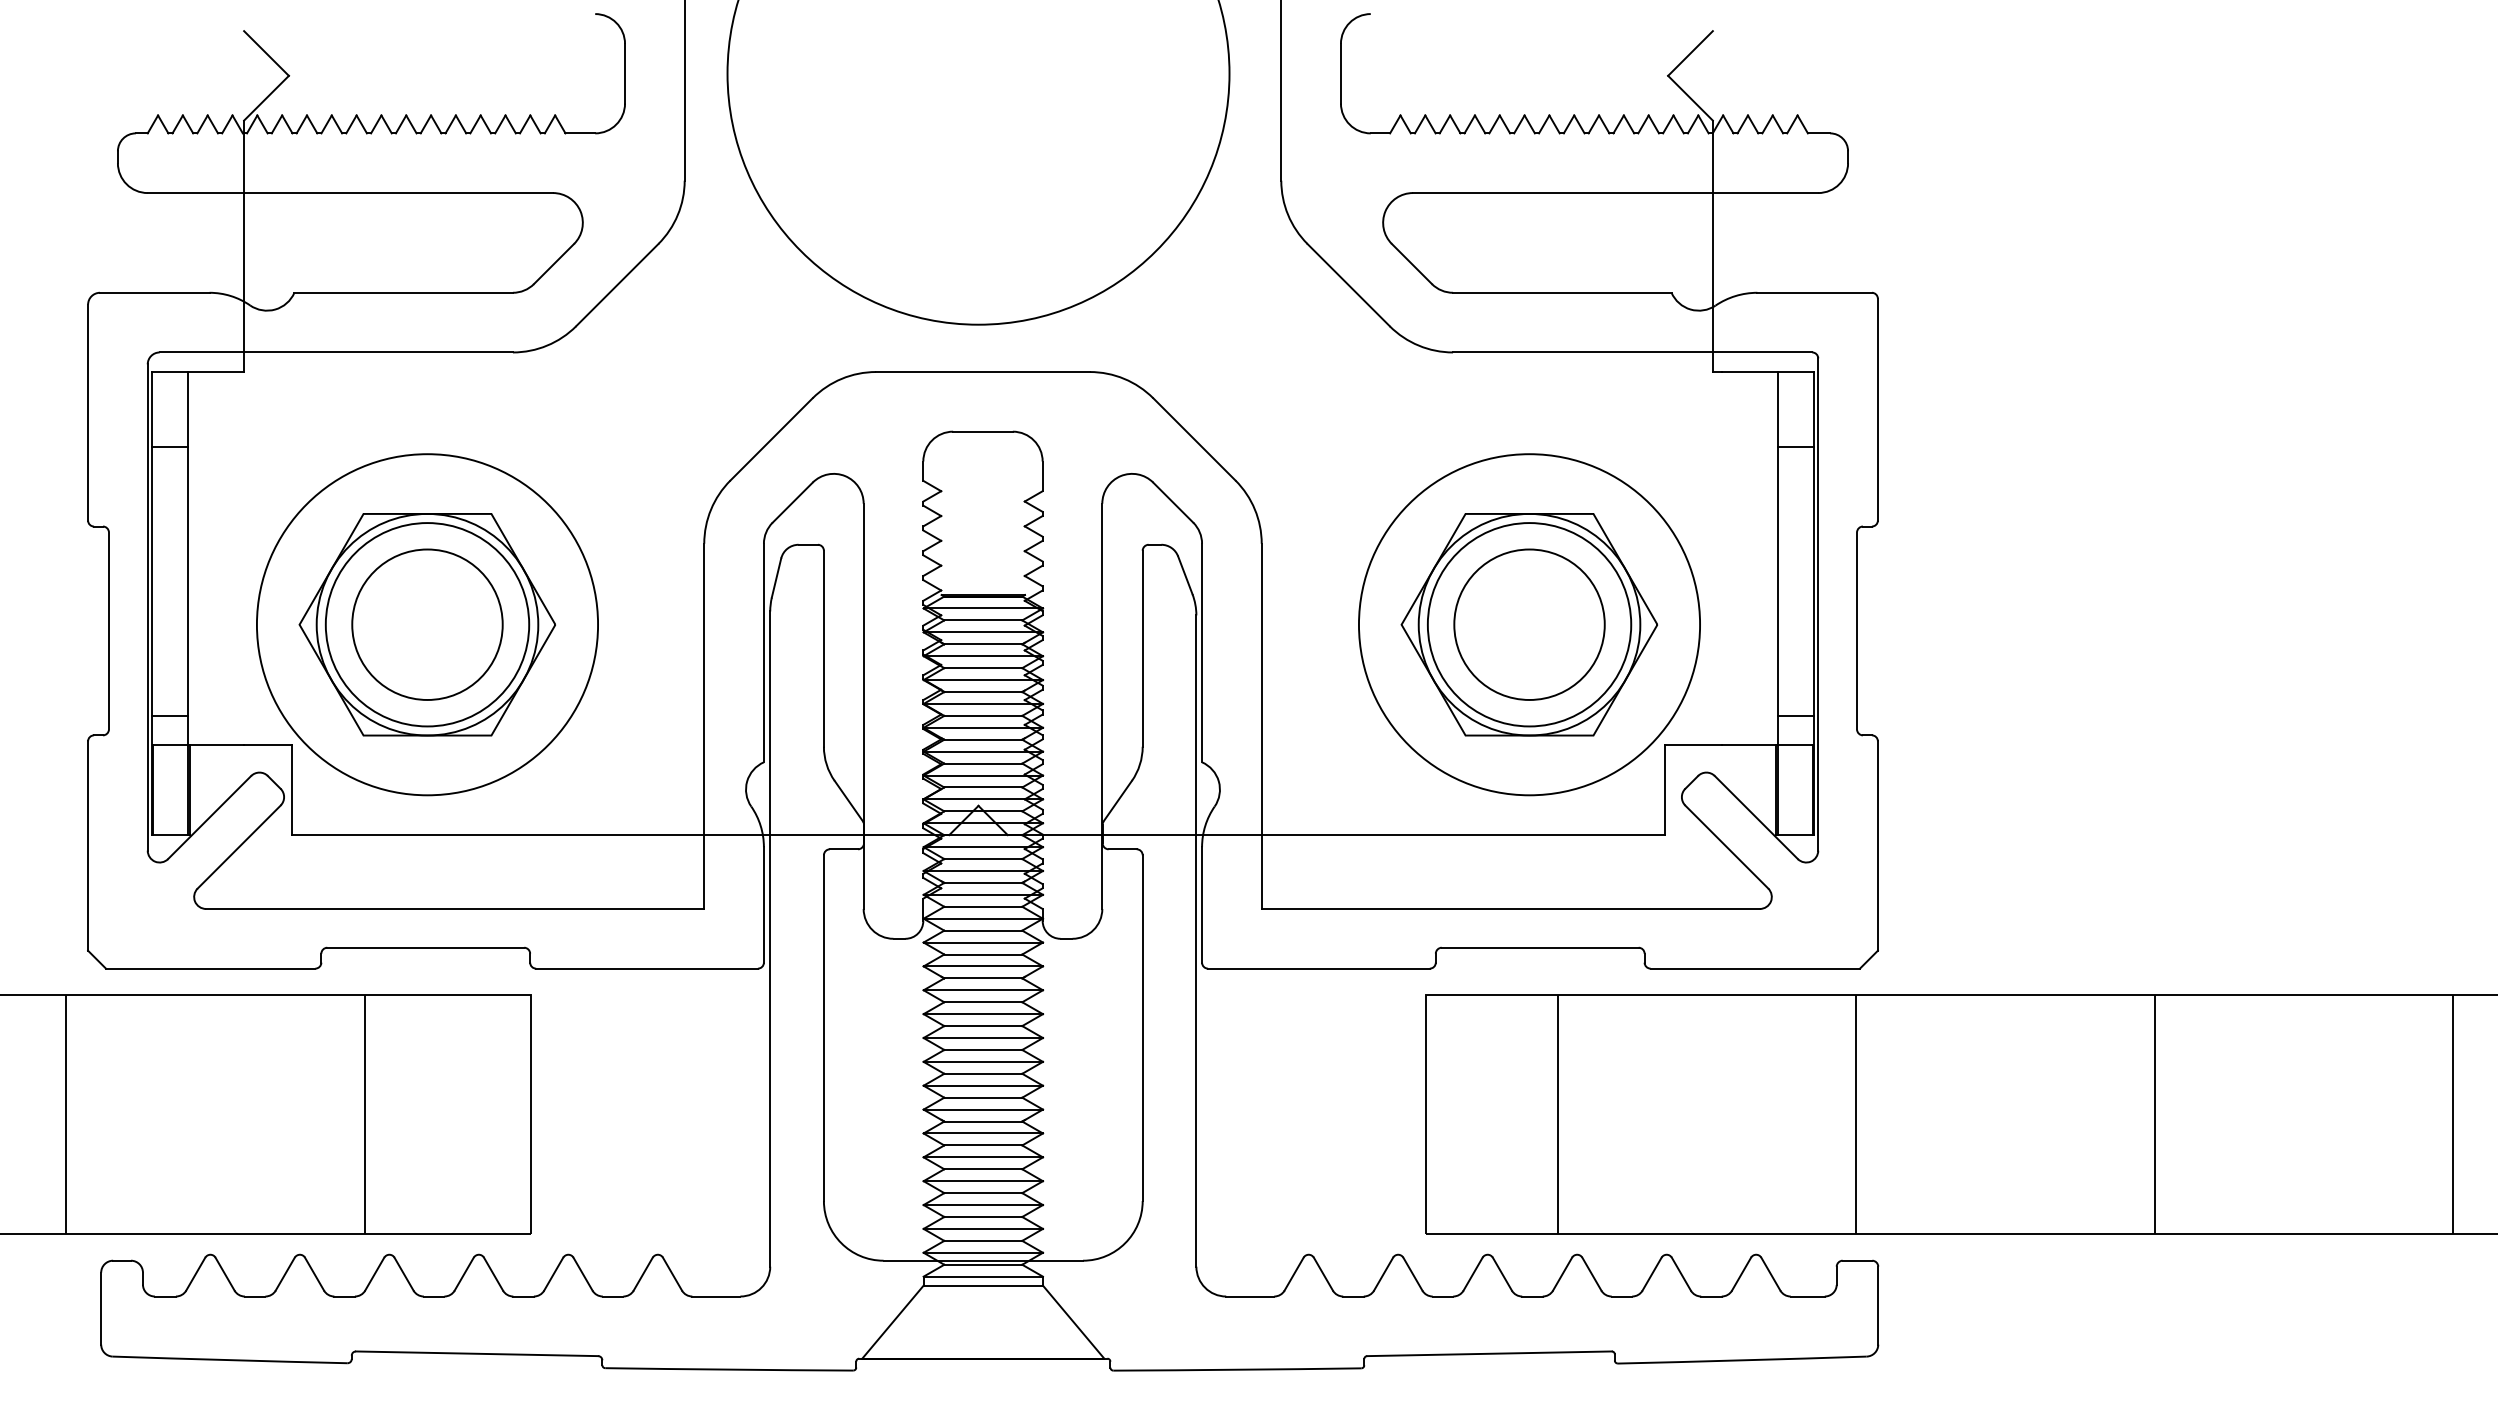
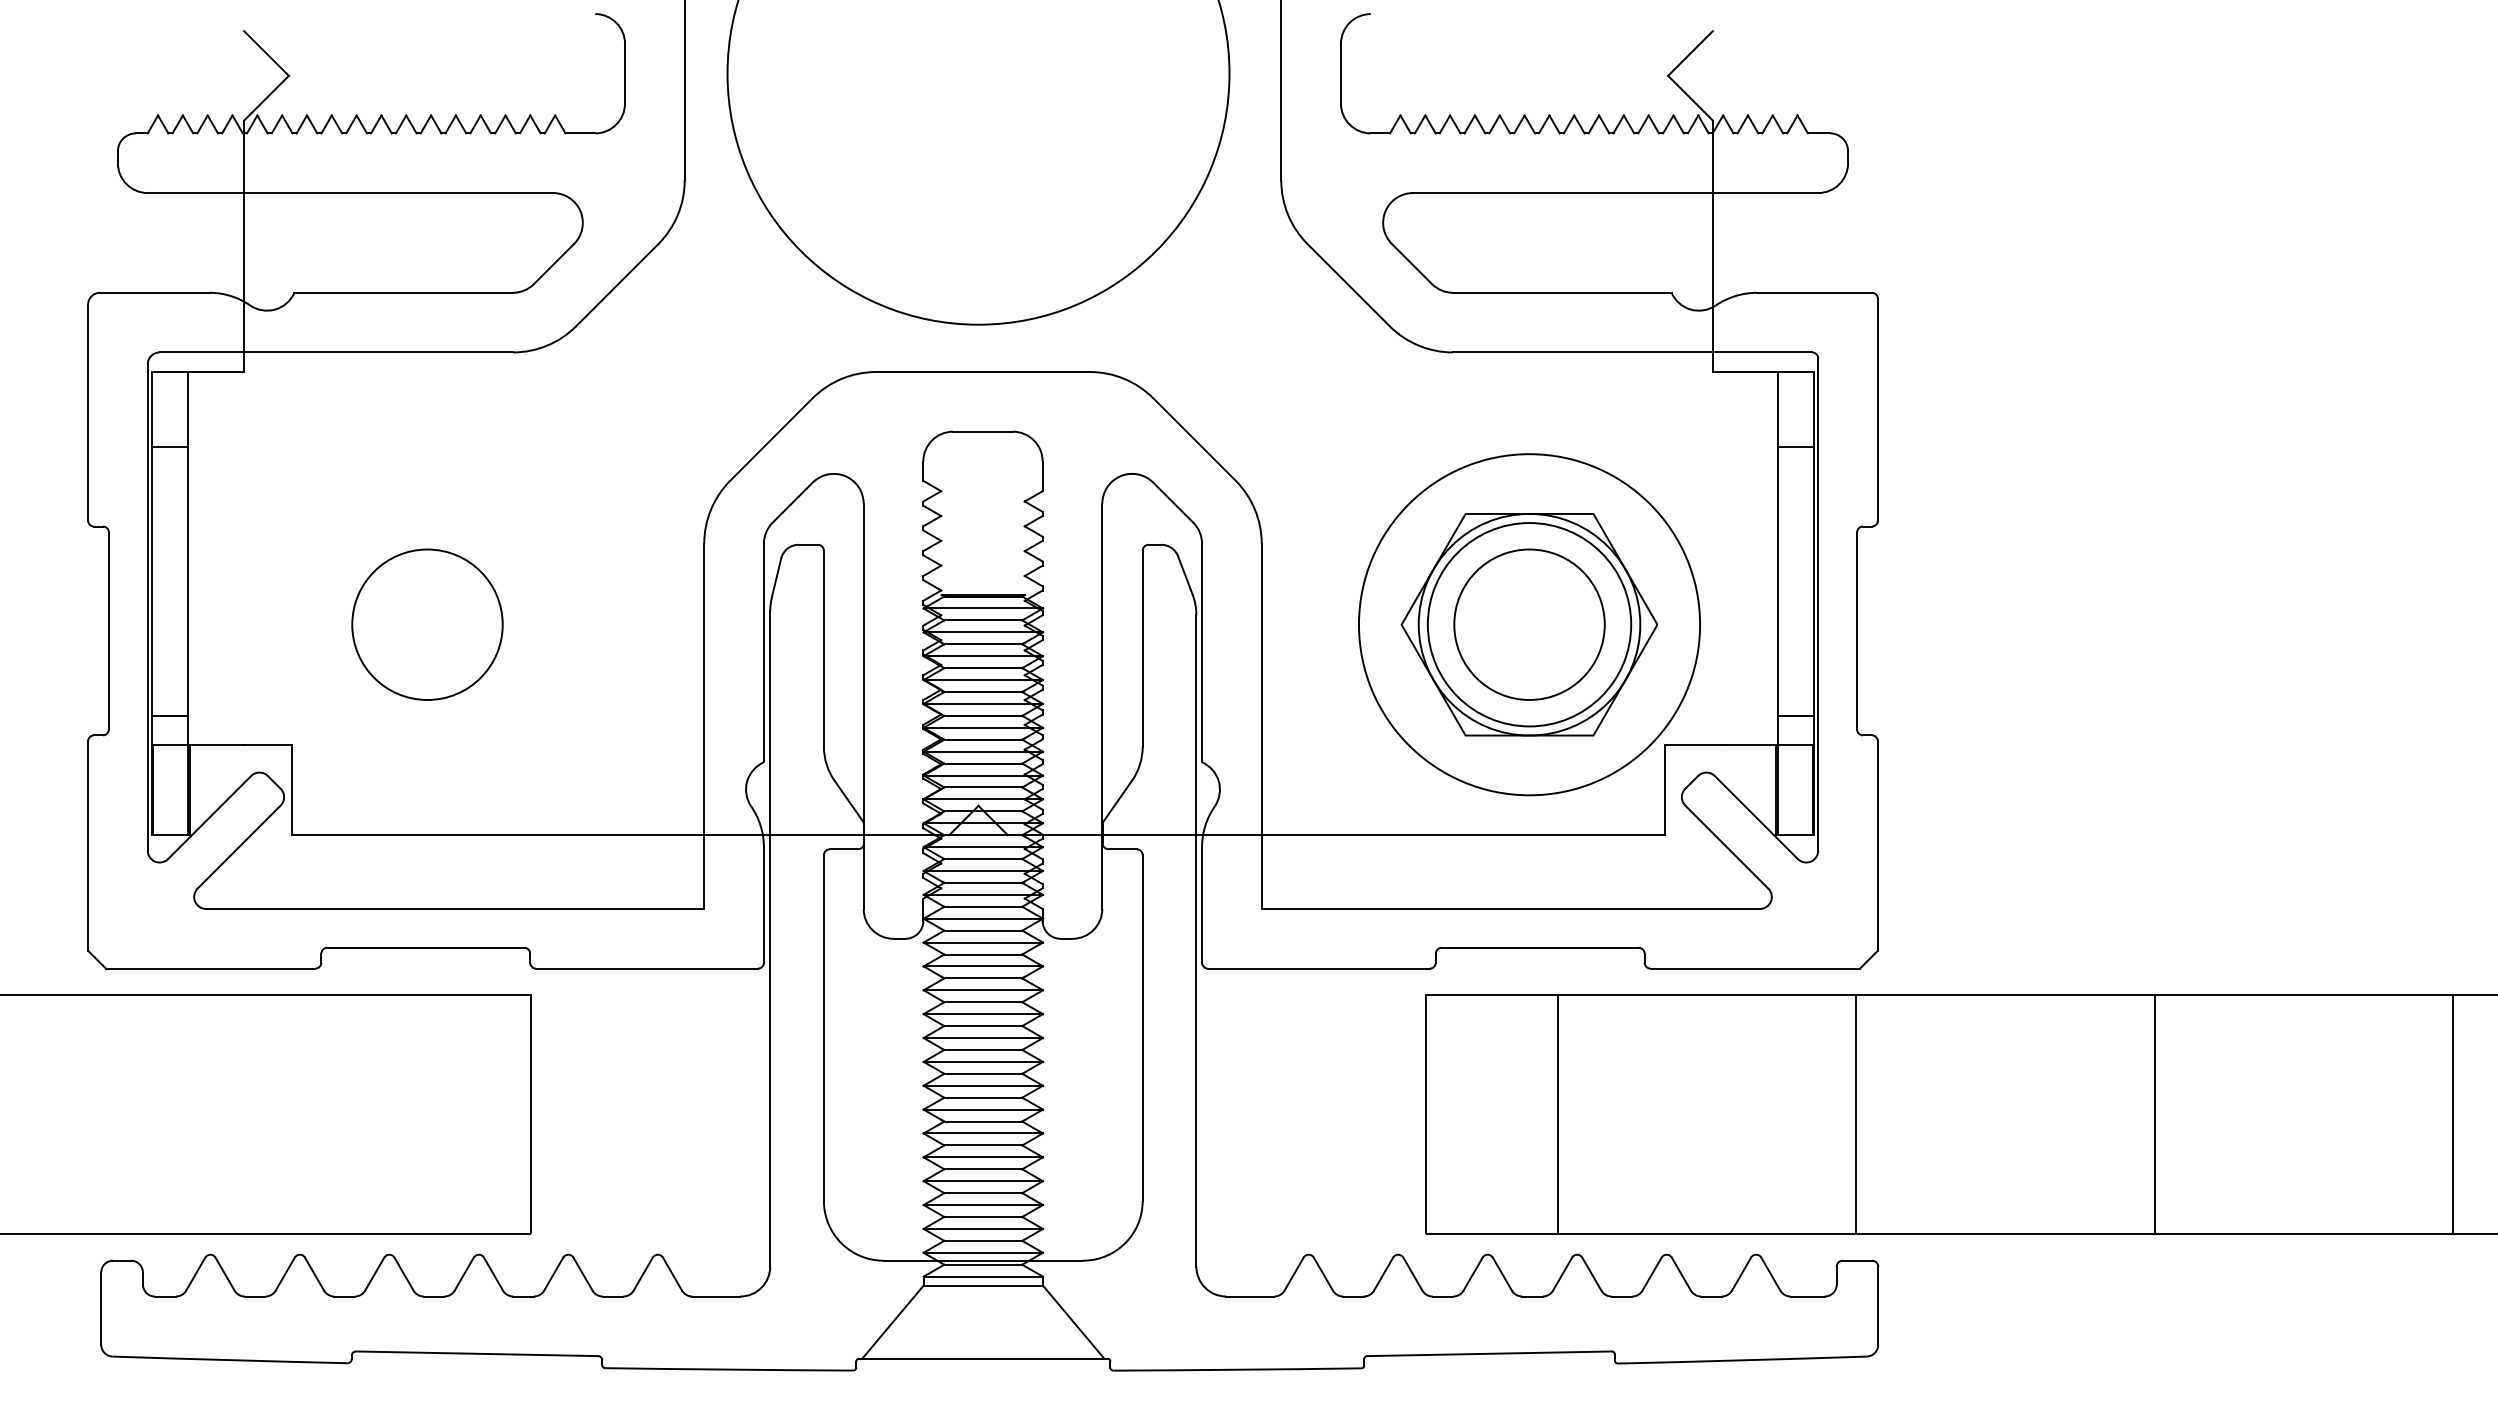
part at (427, 624): present -> none
hatch at (215, 1113): present -> none
